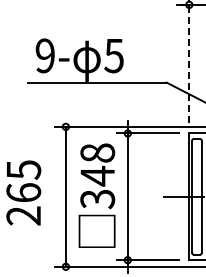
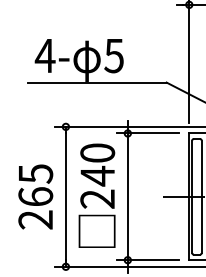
text at (44, 55): 9- -> 4-
line at (189, 61): dashed -> solid
text at (97, 176): 348 -> 240
text at (23, 192) position: (23, 192) -> (35, 196)
